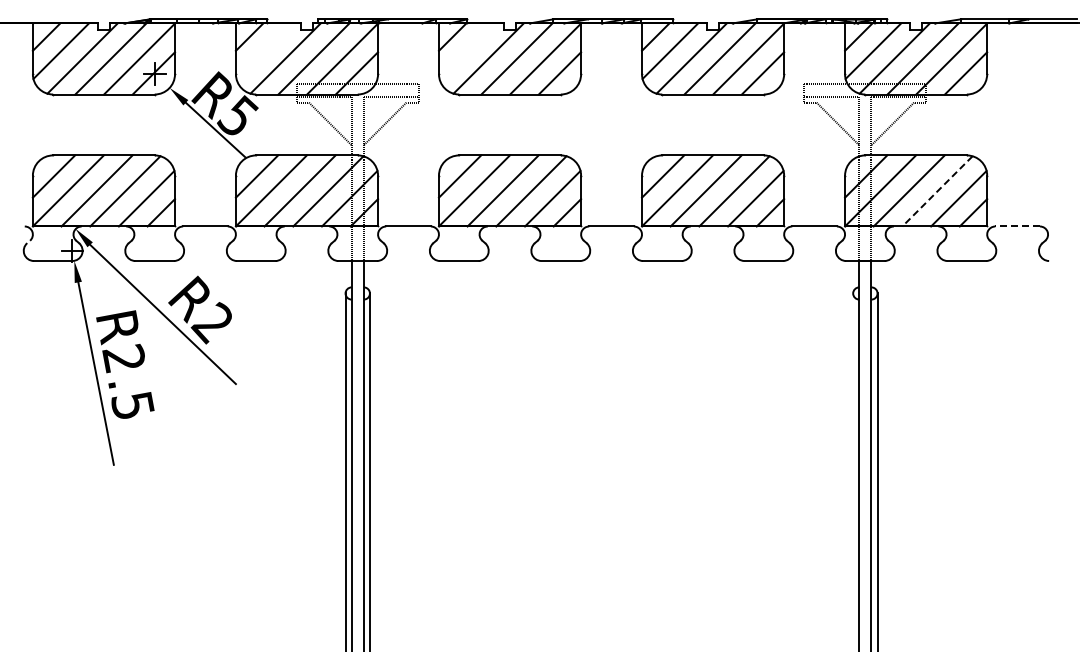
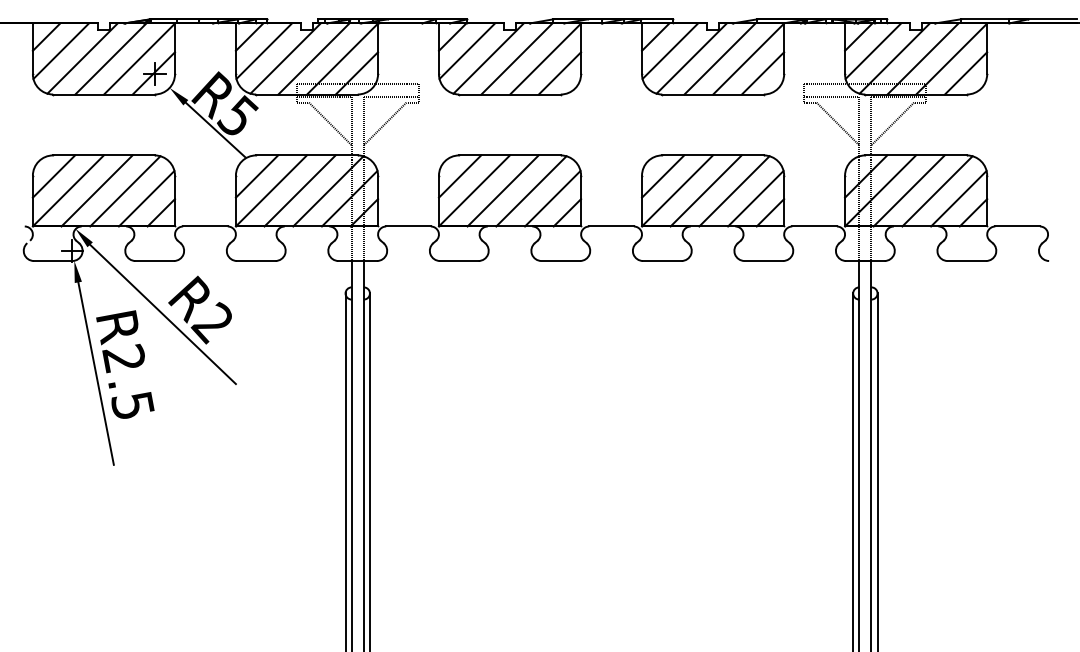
line at (264, 51): none -> present
line at (467, 51): none -> present
line at (937, 191): dashed -> solid
line at (1017, 226): dashed -> solid
line at (853, 470): none -> present
